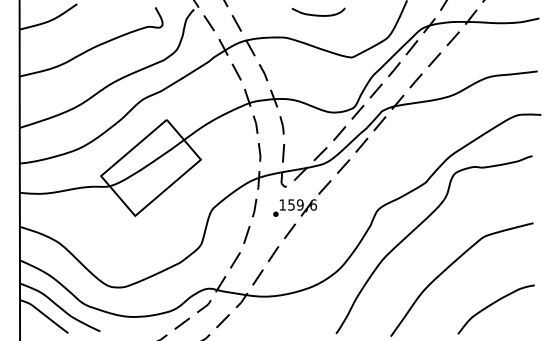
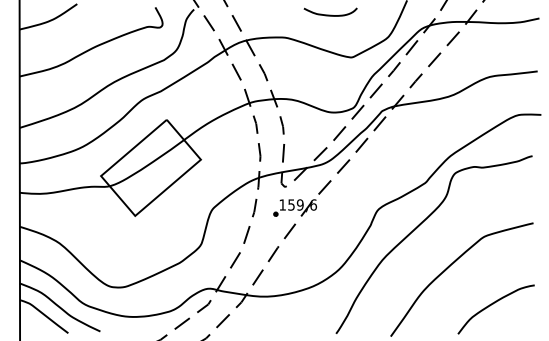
curve at (318, 14) position: (318, 14) -> (330, 14)
